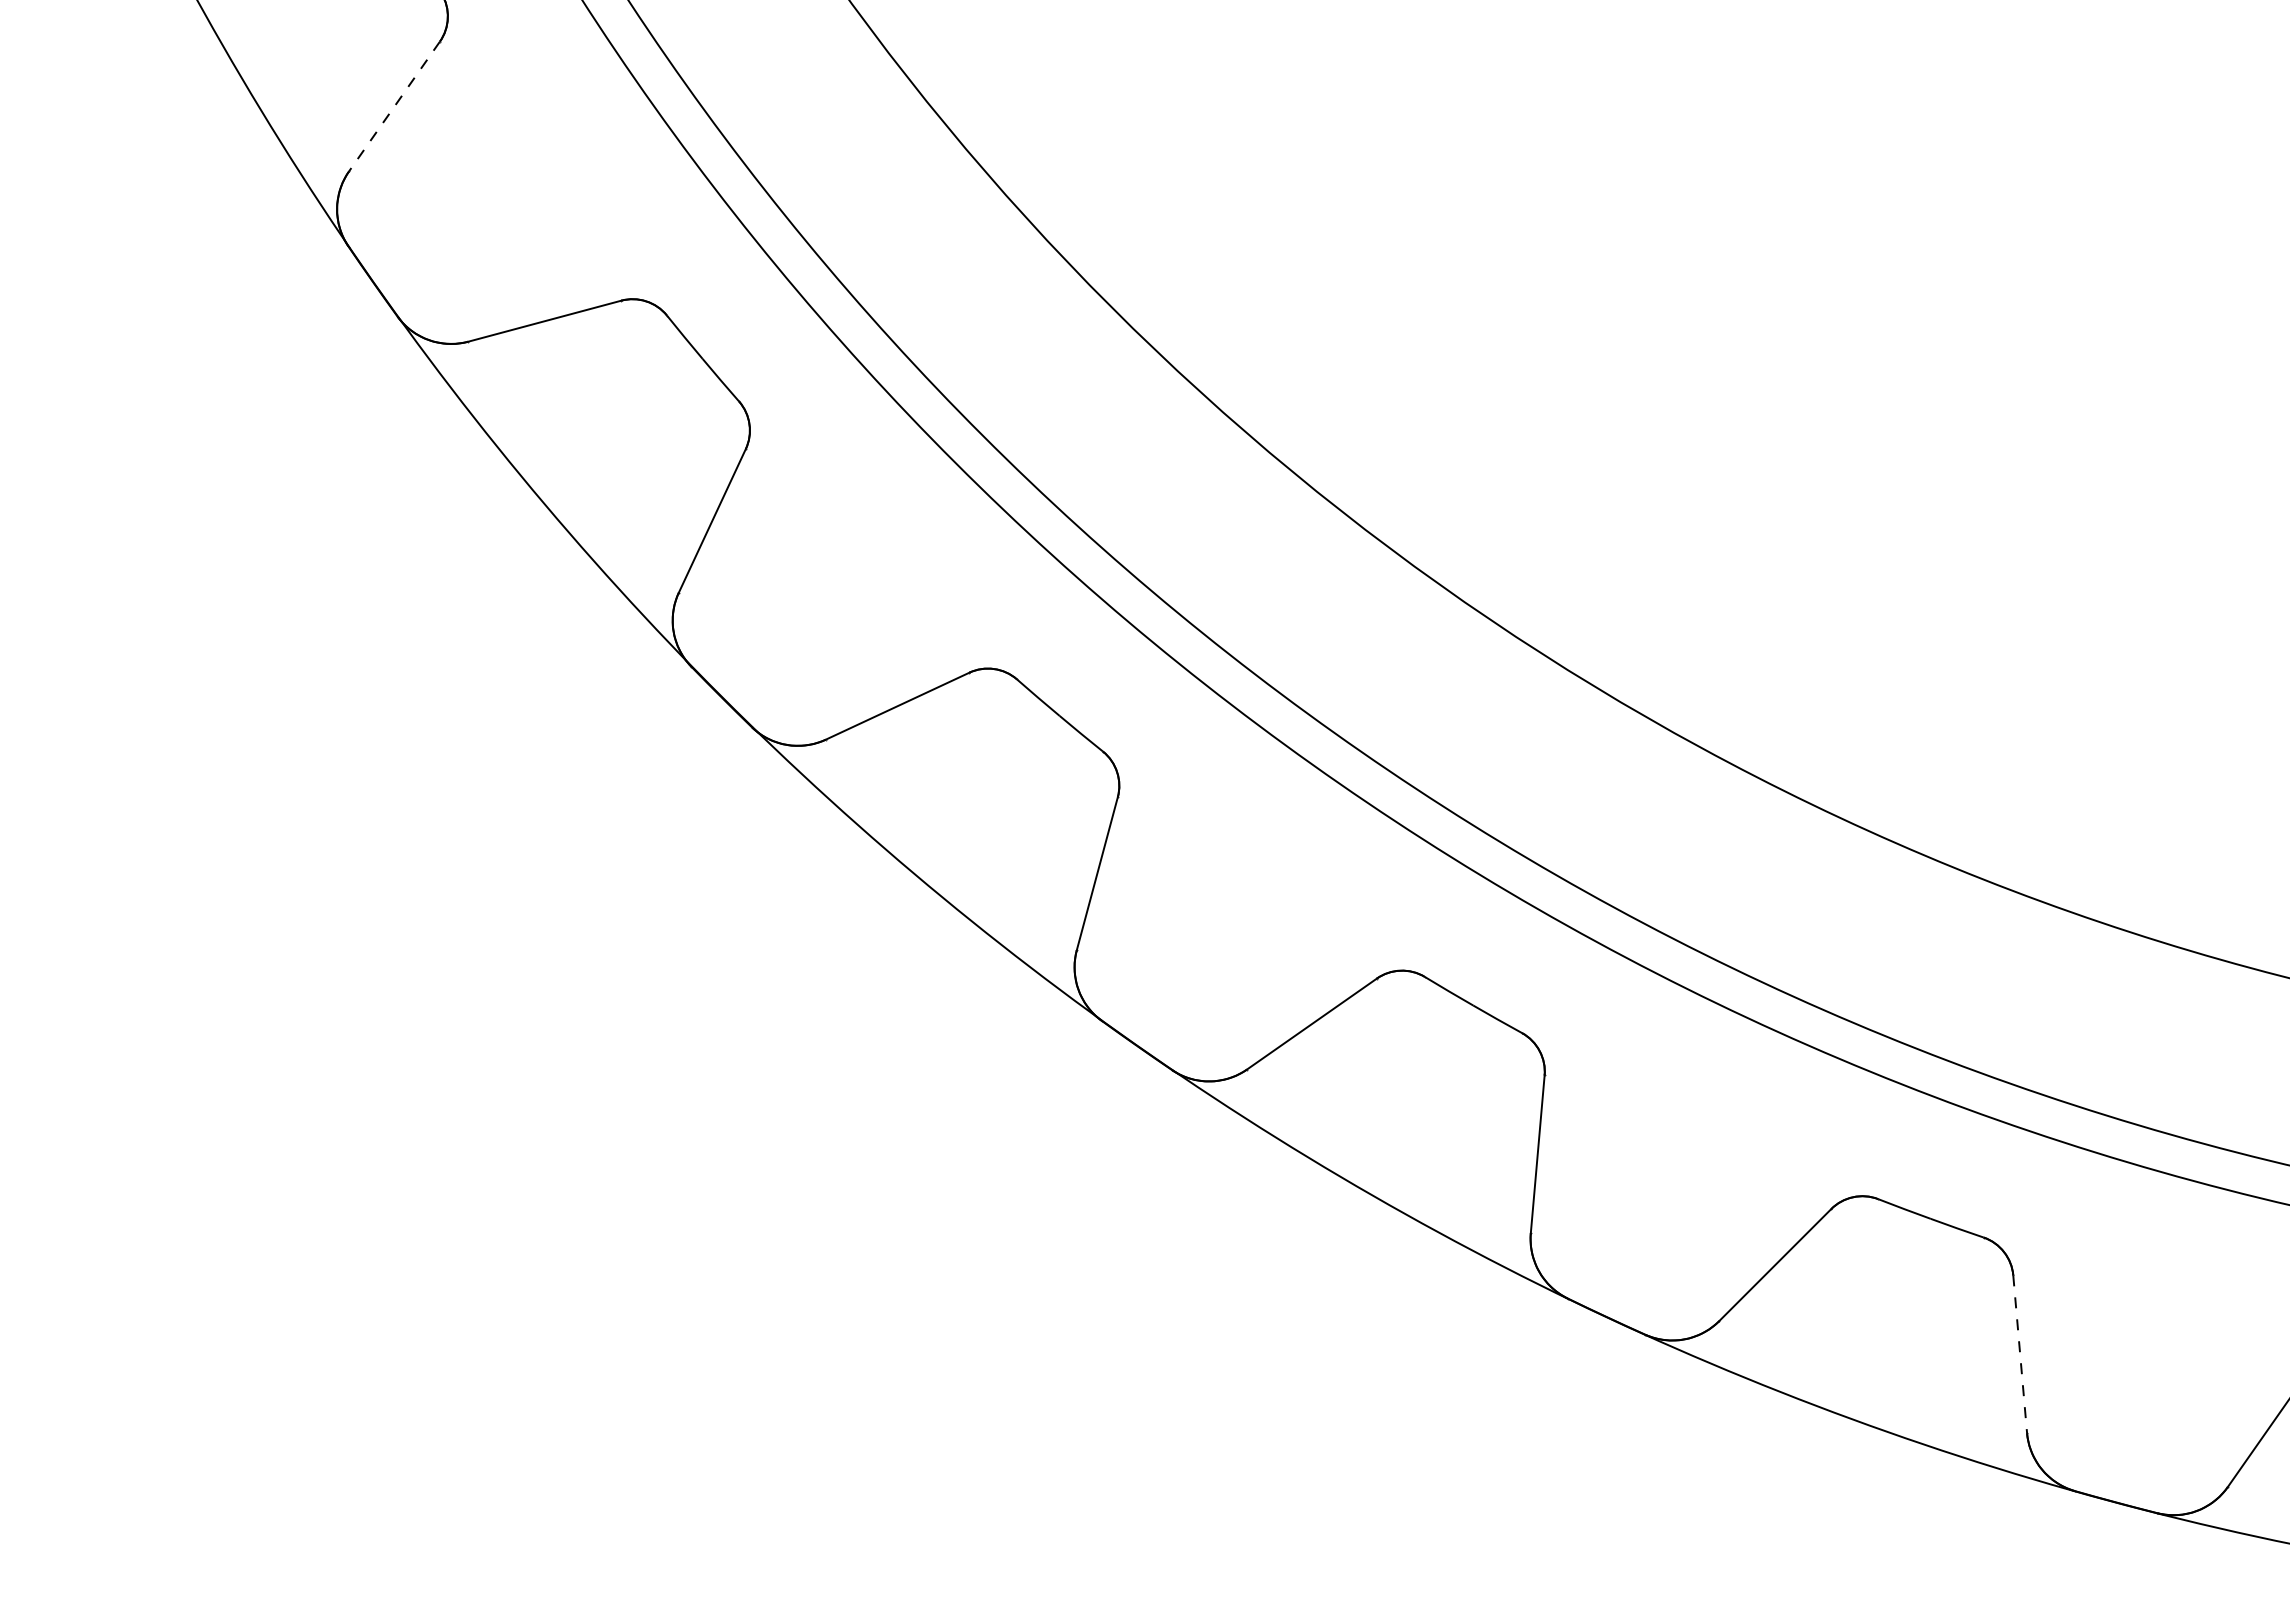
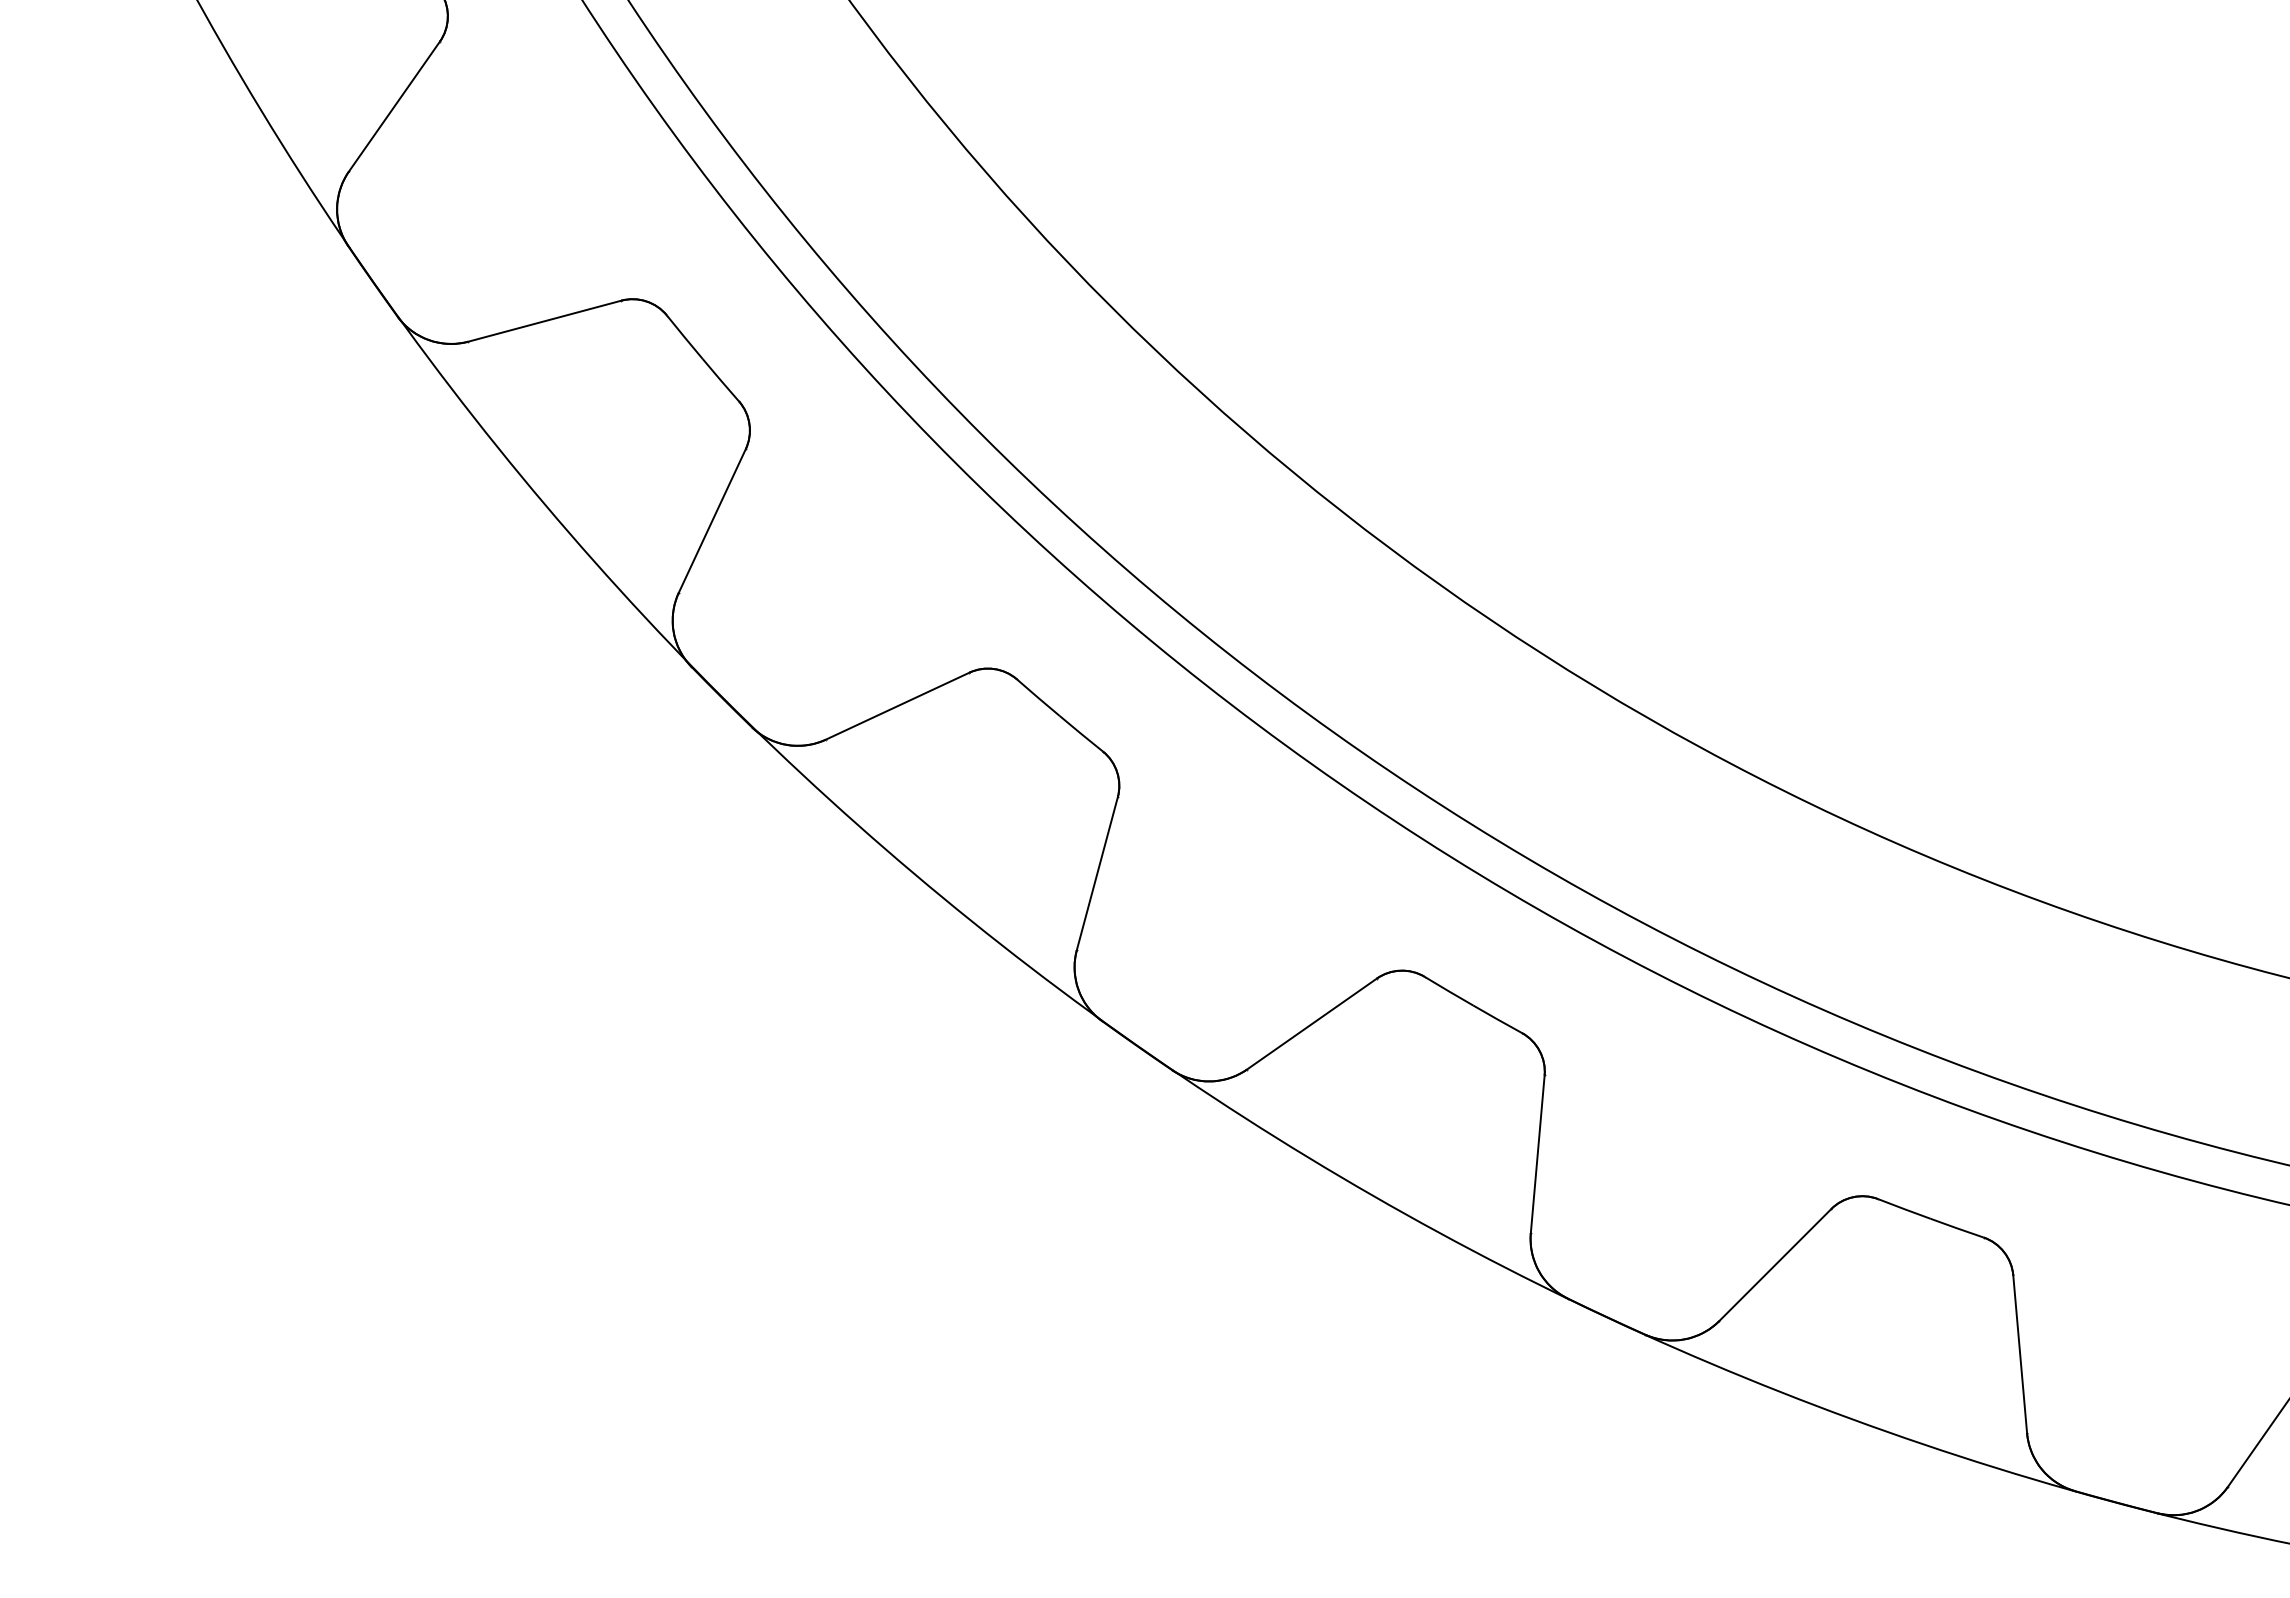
line at (394, 106): dashed -> solid
line at (2020, 1354): dashed -> solid
